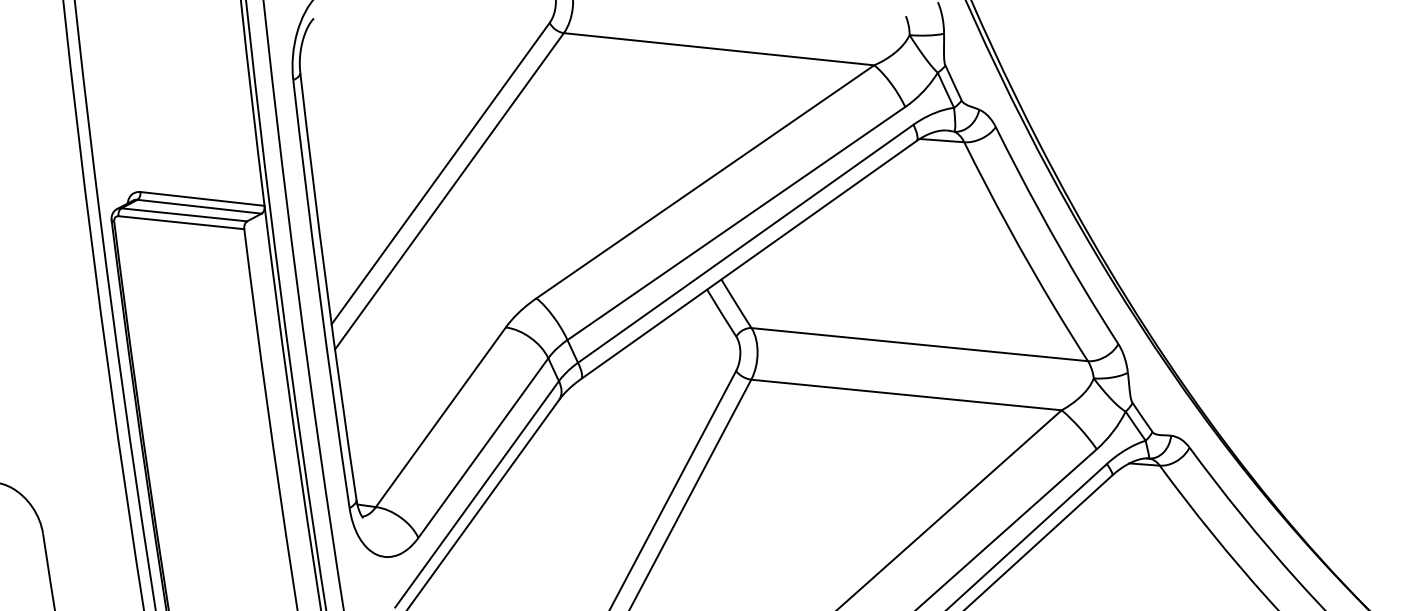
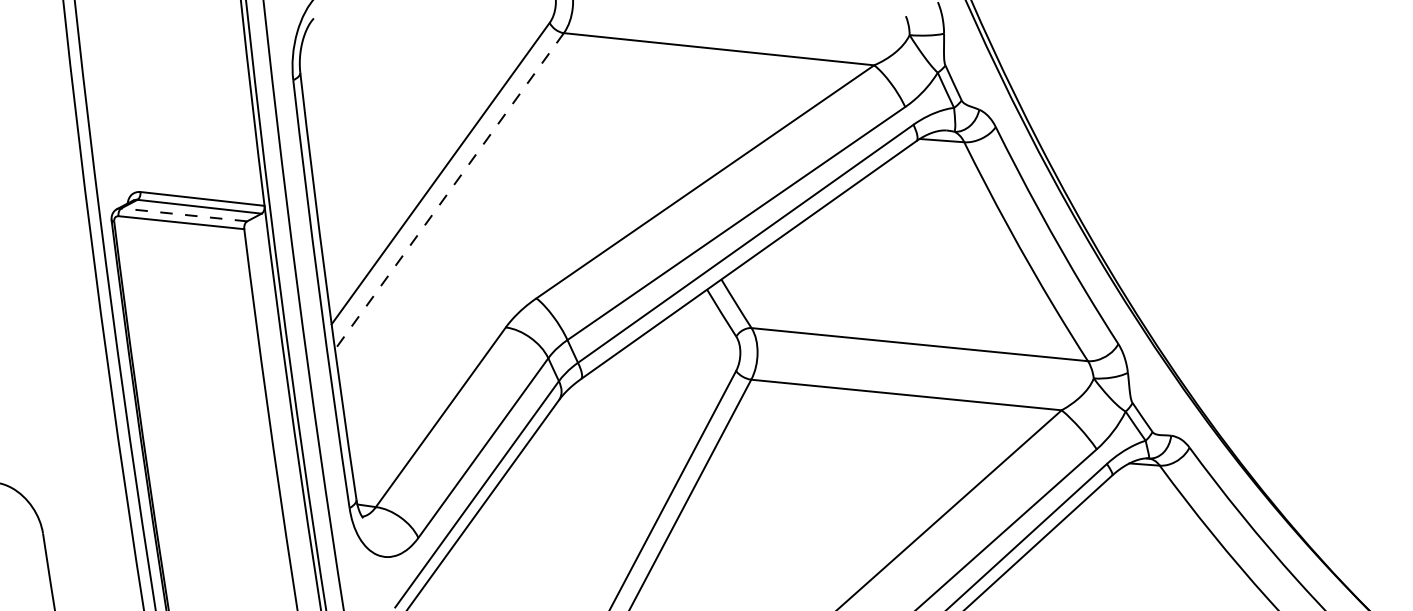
line at (449, 191): solid -> dashed
line at (183, 214): solid -> dashed
